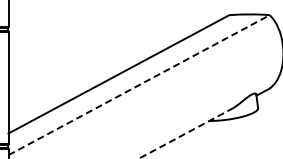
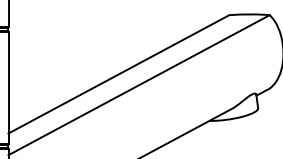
line at (139, 84): dashed -> solid
line at (186, 133): dashed -> solid
